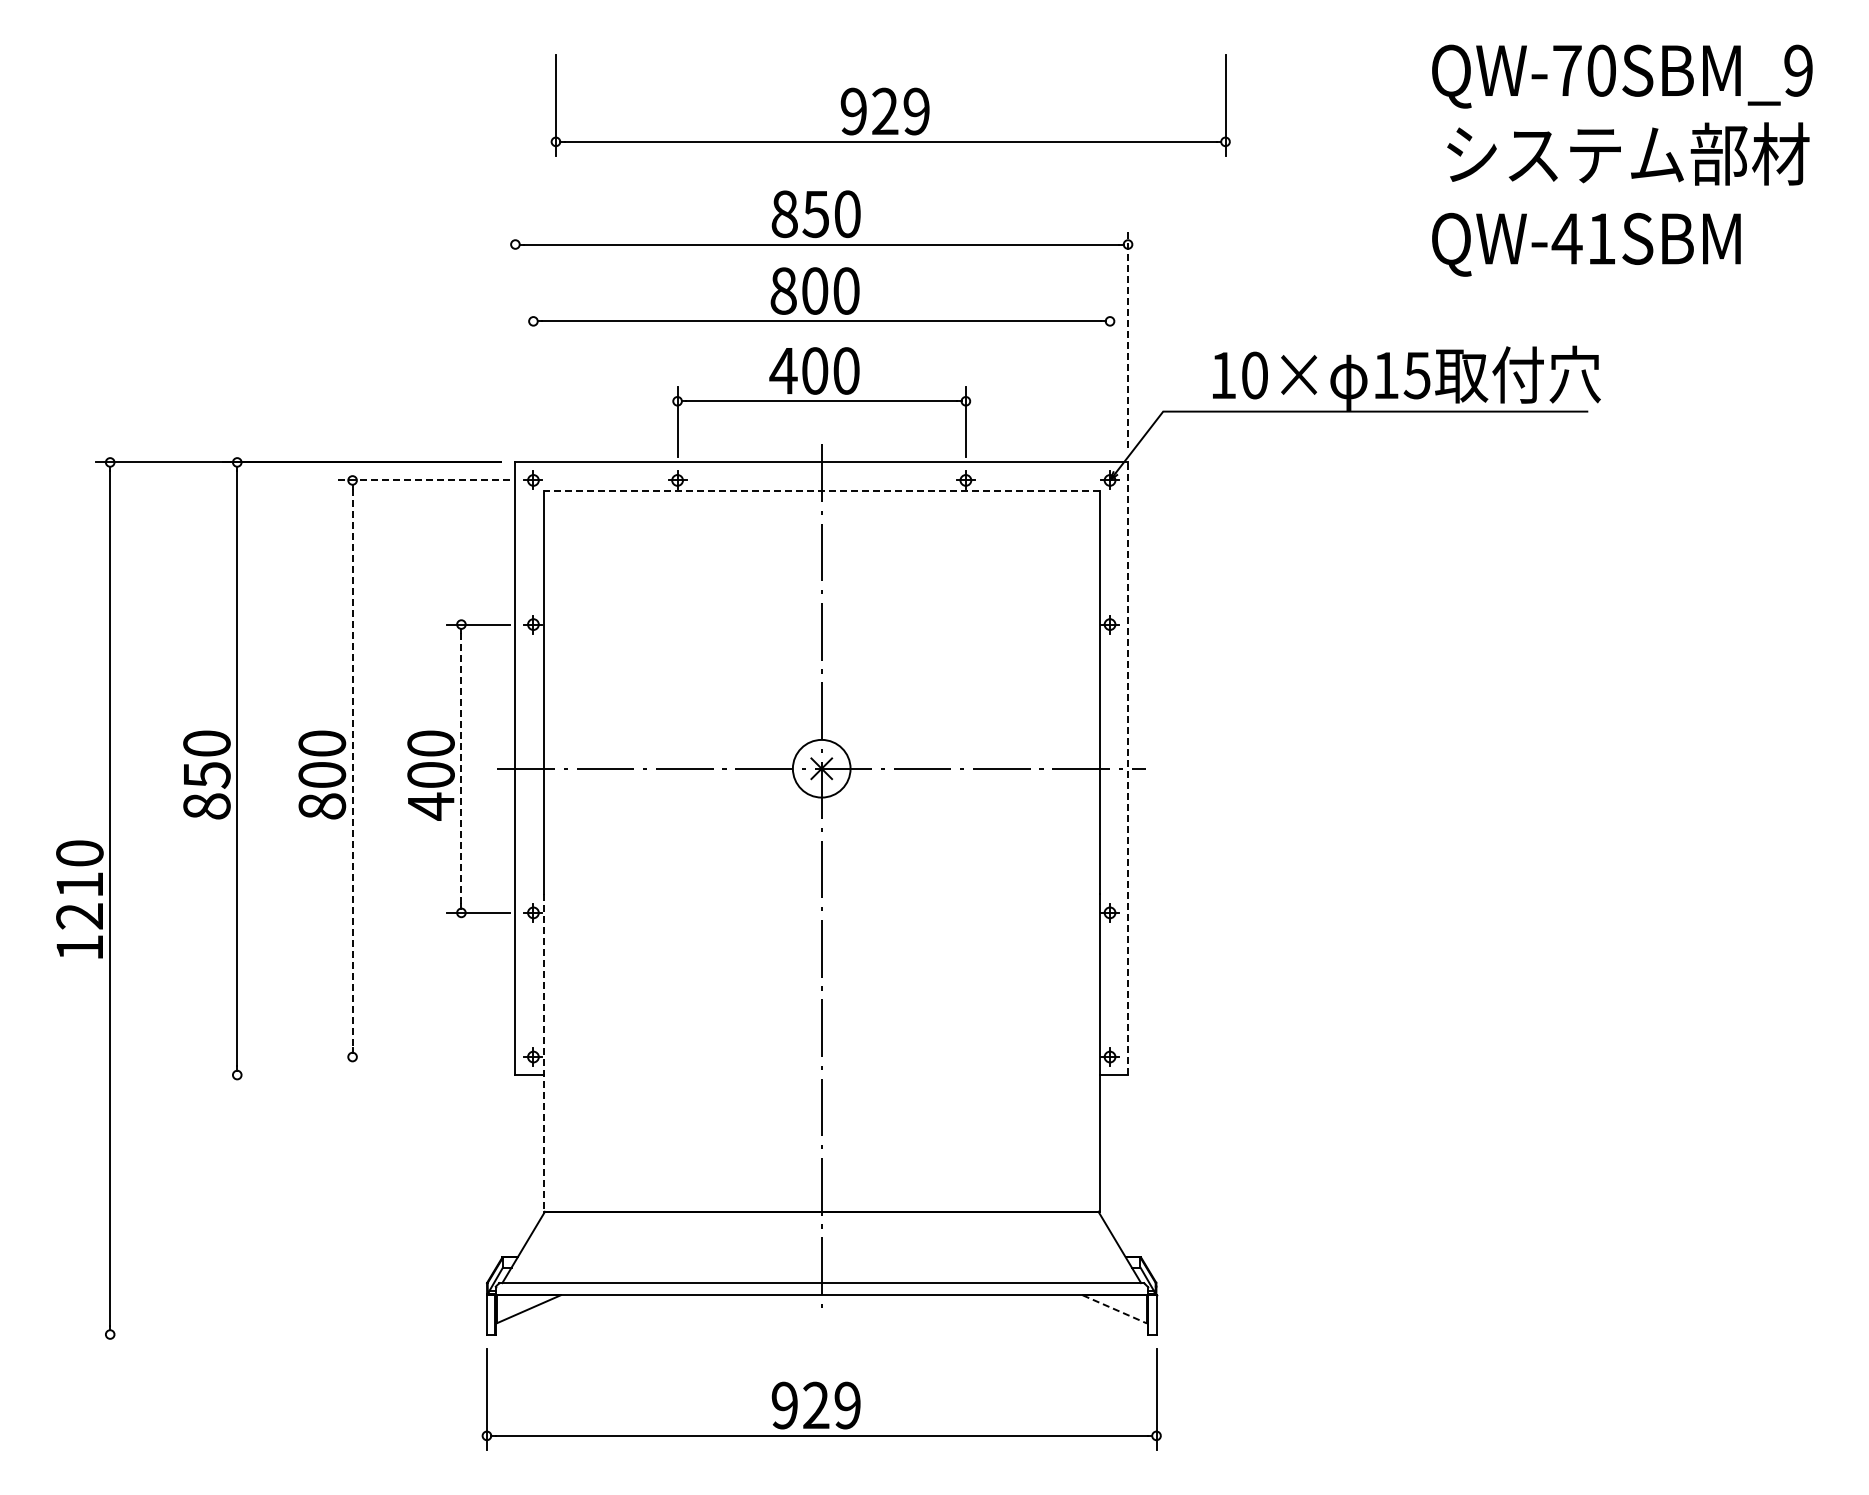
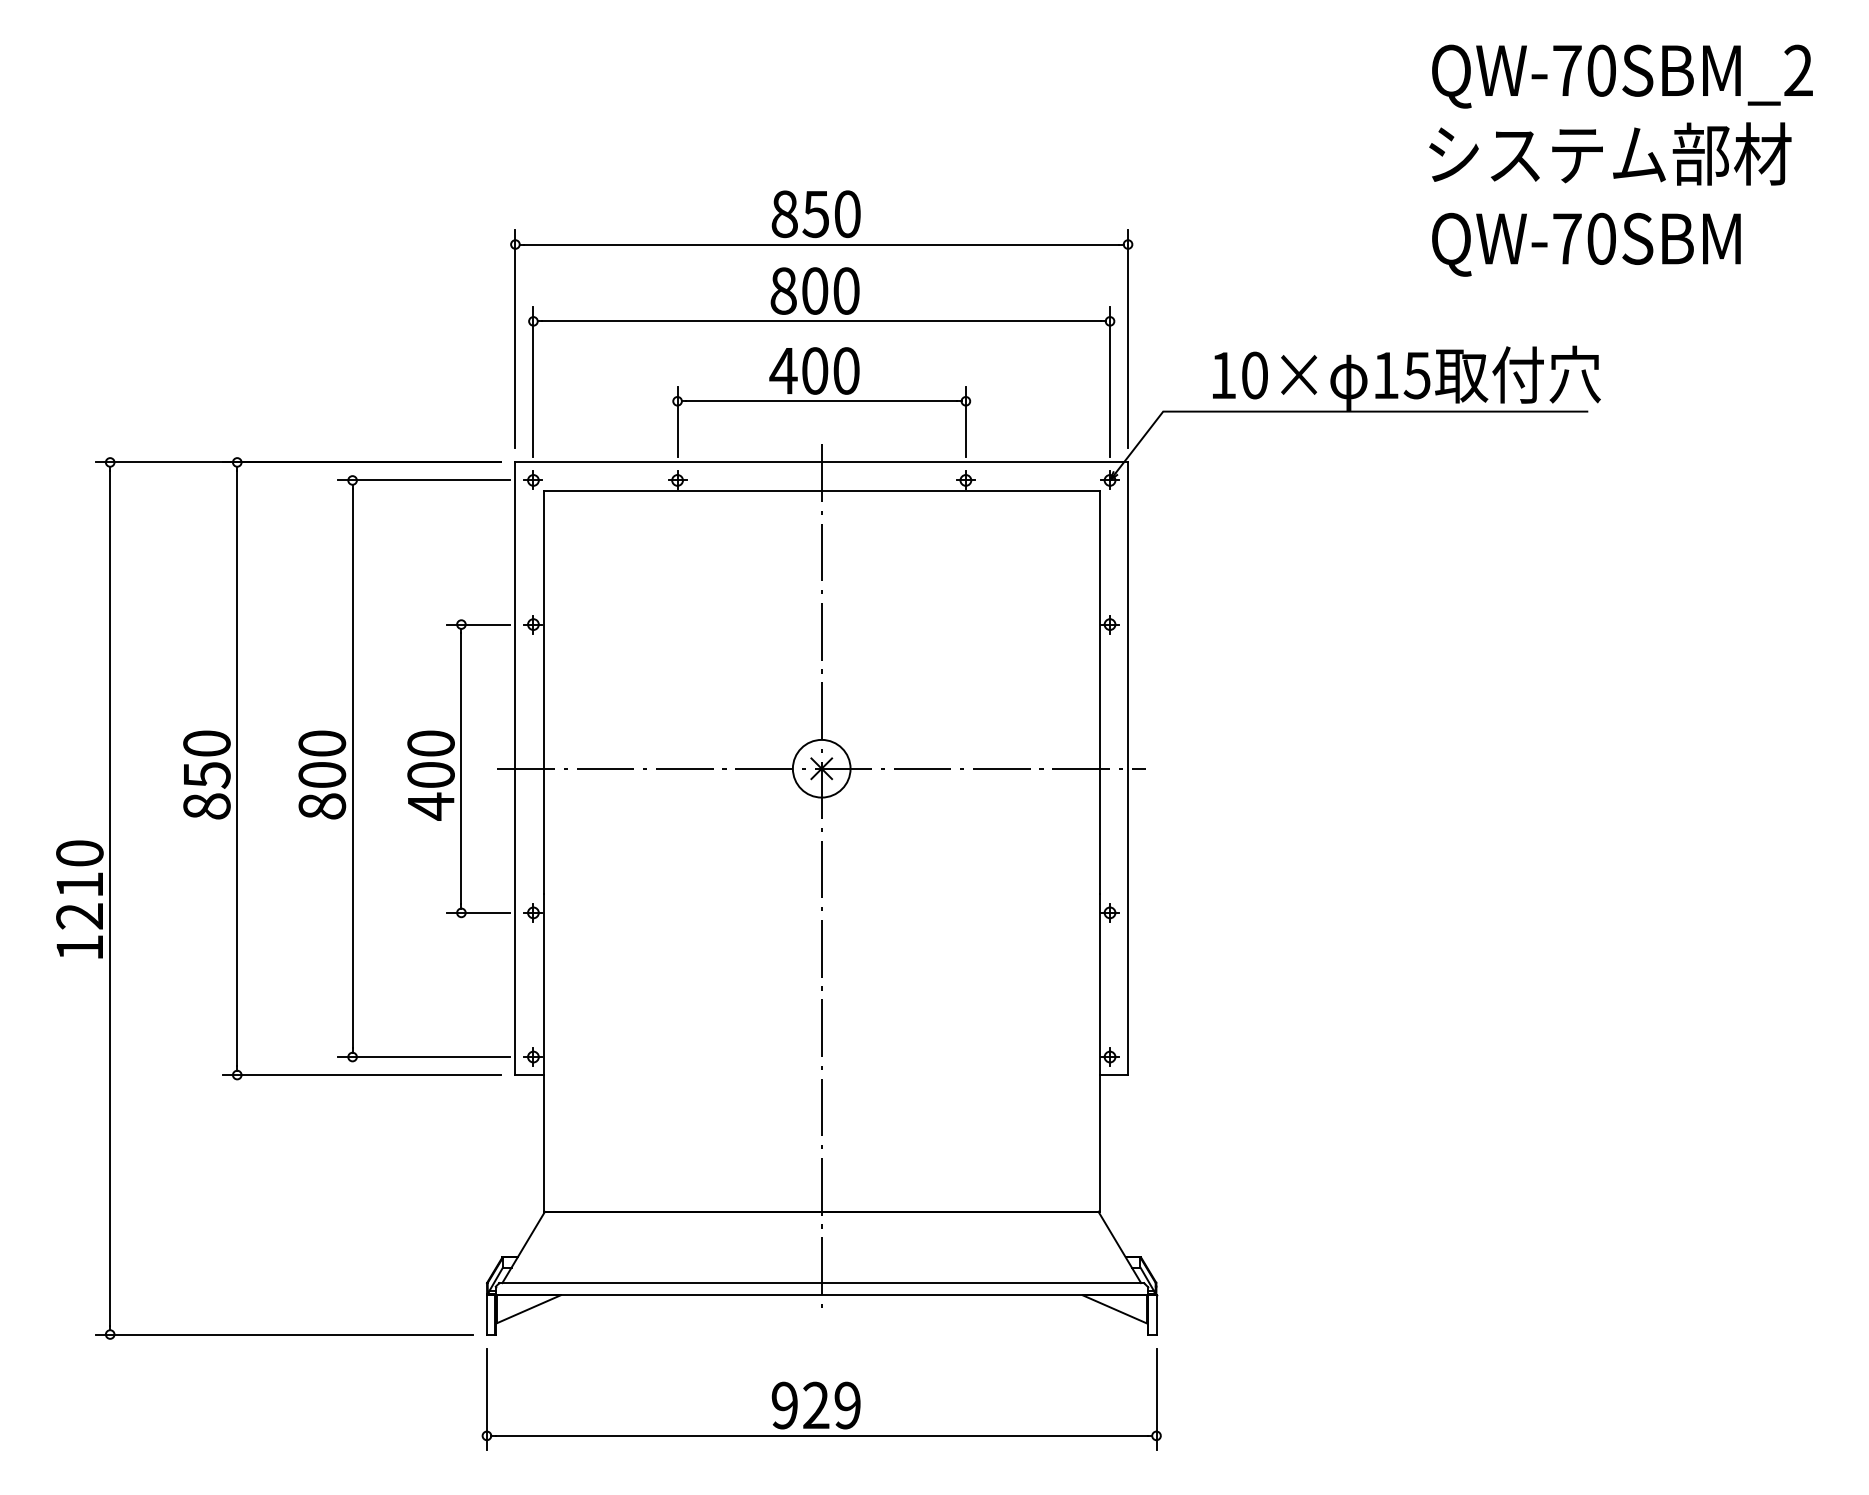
text at (1798, 70): QW-70SBM_9 -> QW-70SBM_2
part at (890, 105): present -> none
text at (1628, 153) position: (1628, 153) -> (1610, 153)
text at (1583, 238): QW-41SBM -> QW-70SBM
line at (515, 339): none -> present
line at (1128, 339): dashed -> solid
line at (533, 381): none -> present
line at (1110, 381): none -> present
line at (424, 480): dashed -> solid
line at (821, 490): dashed -> solid
line at (352, 768): dashed -> solid
line at (461, 768): dashed -> solid
line at (1128, 768): dashed -> solid
line at (543, 1053): dashed -> solid
line at (424, 1057): none -> present
line at (361, 1075): none -> present
line at (1115, 1309): dashed -> solid
line at (283, 1334): none -> present
